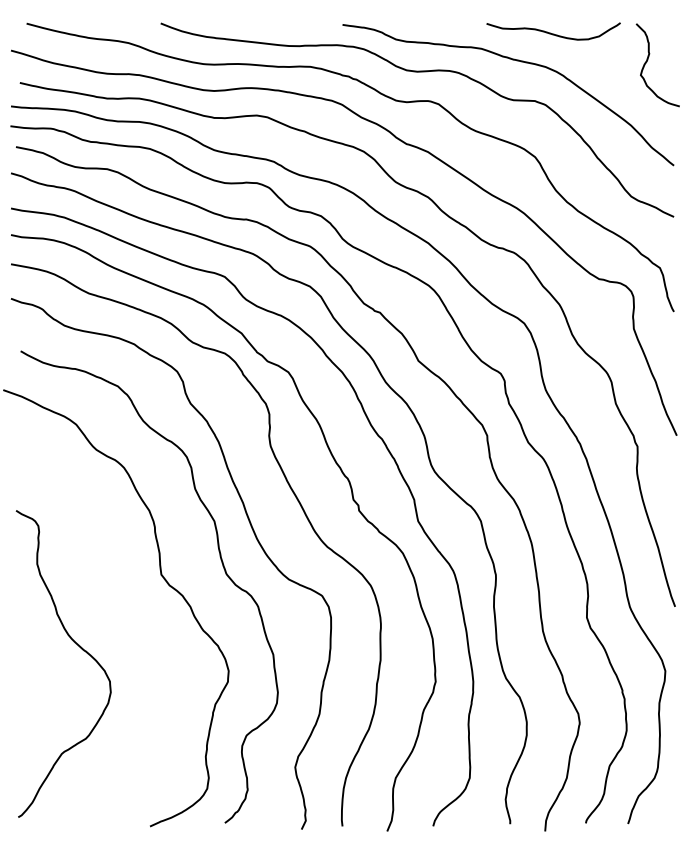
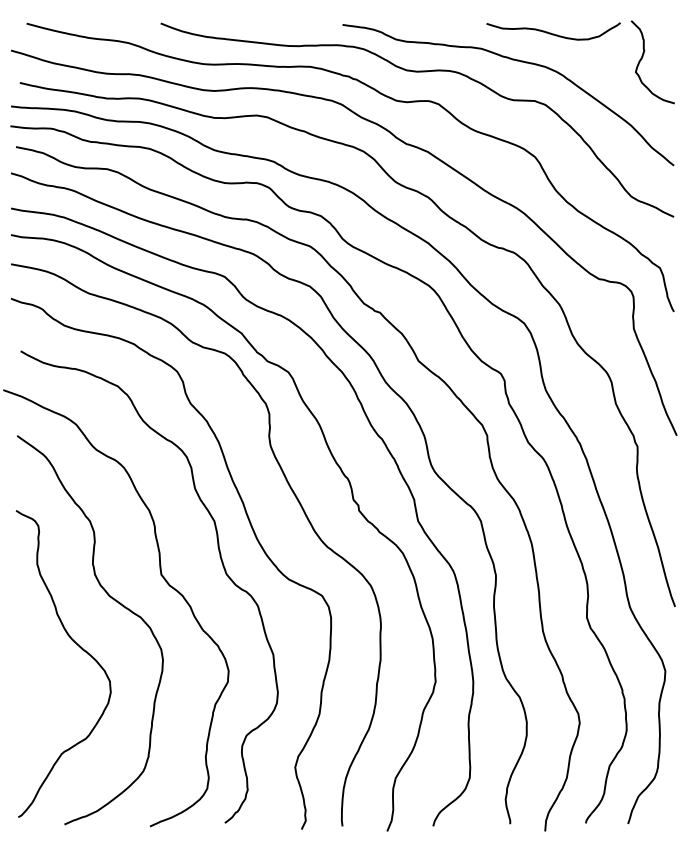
curve at (648, 60) position: (648, 60) -> (643, 57)
curve at (109, 597): none -> present
